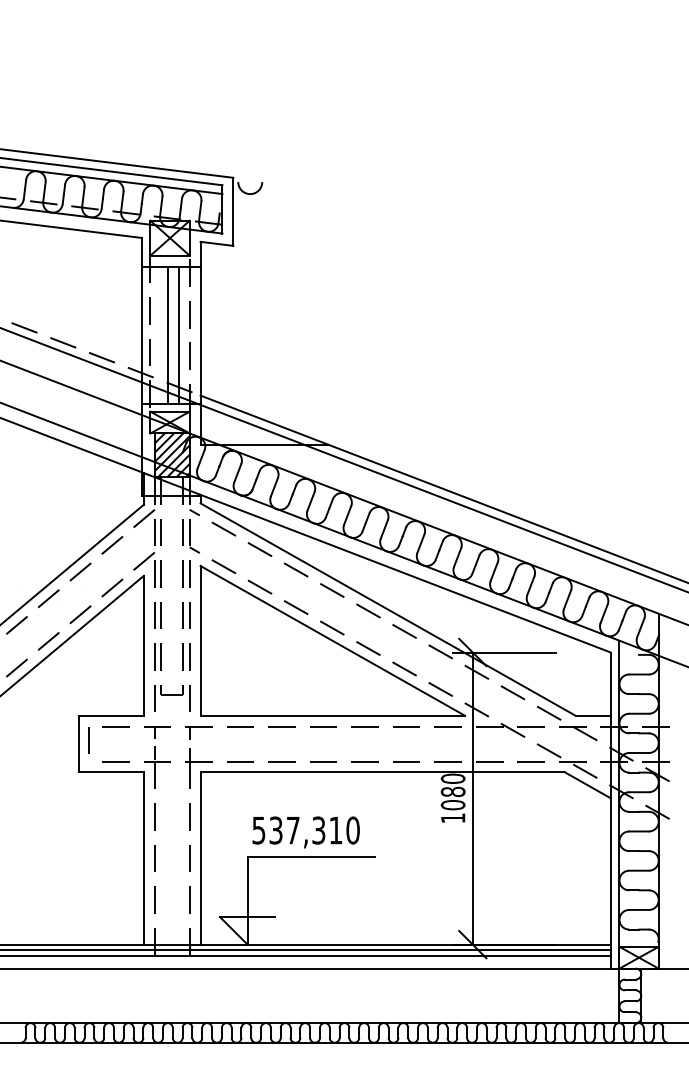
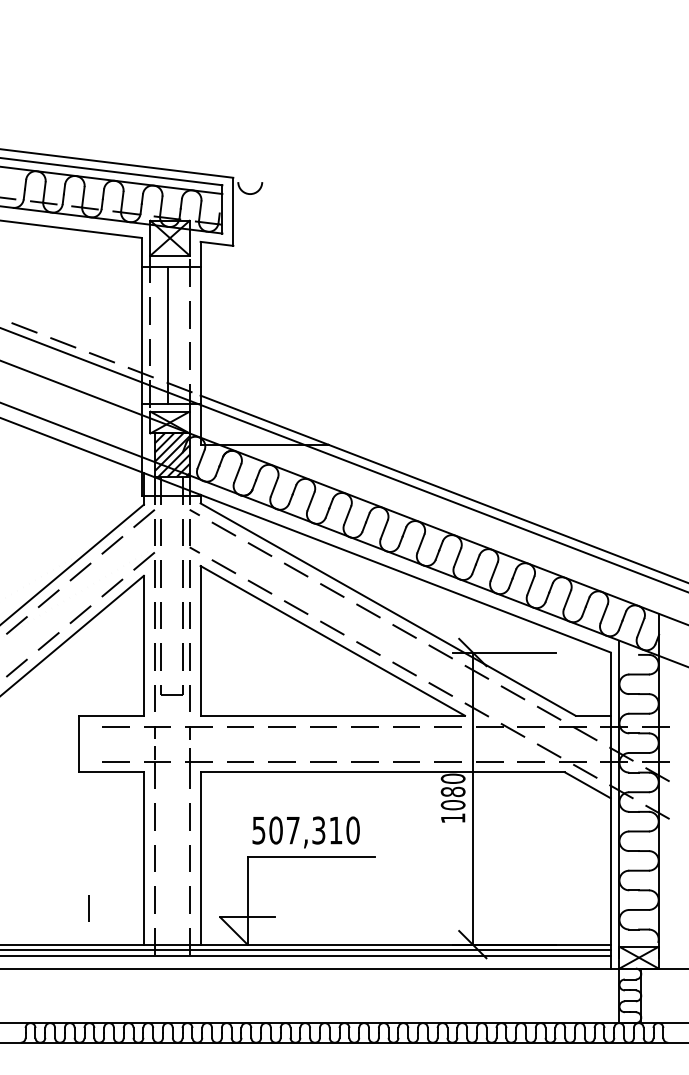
line at (178, 335): present -> none
line at (88, 740) position: (88, 740) -> (88, 908)
text at (275, 830): 537,310 -> 507,310
